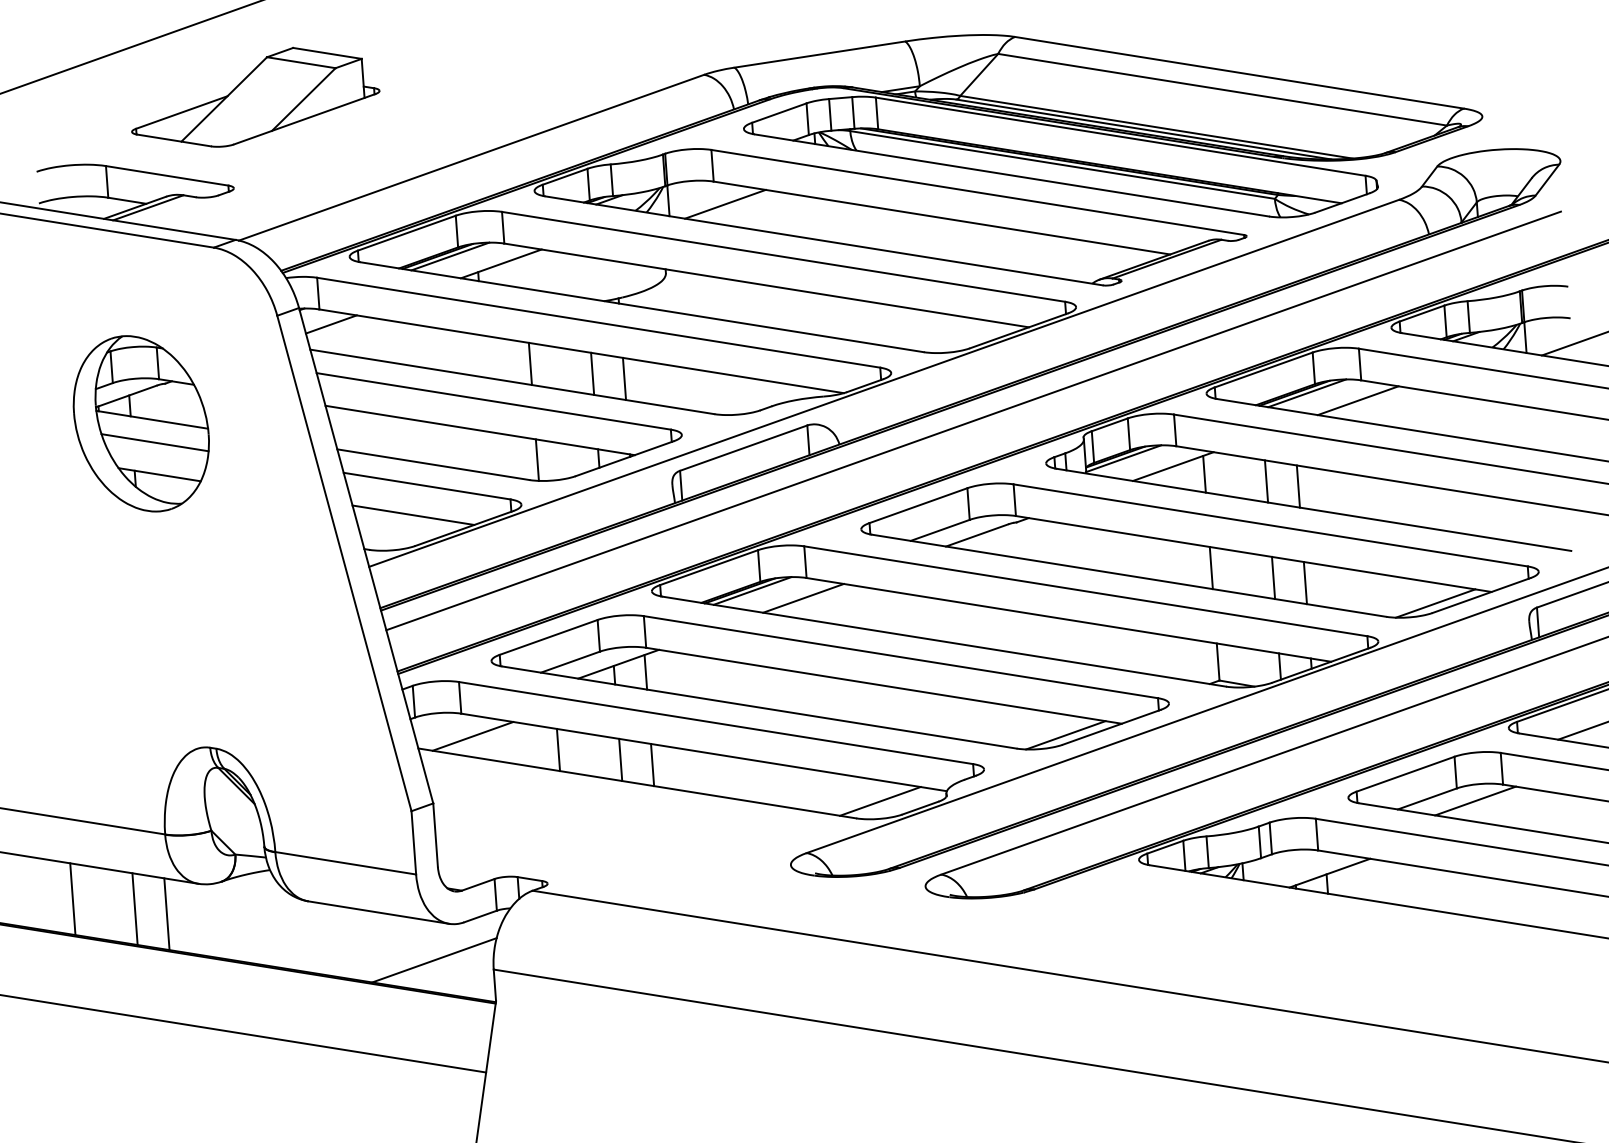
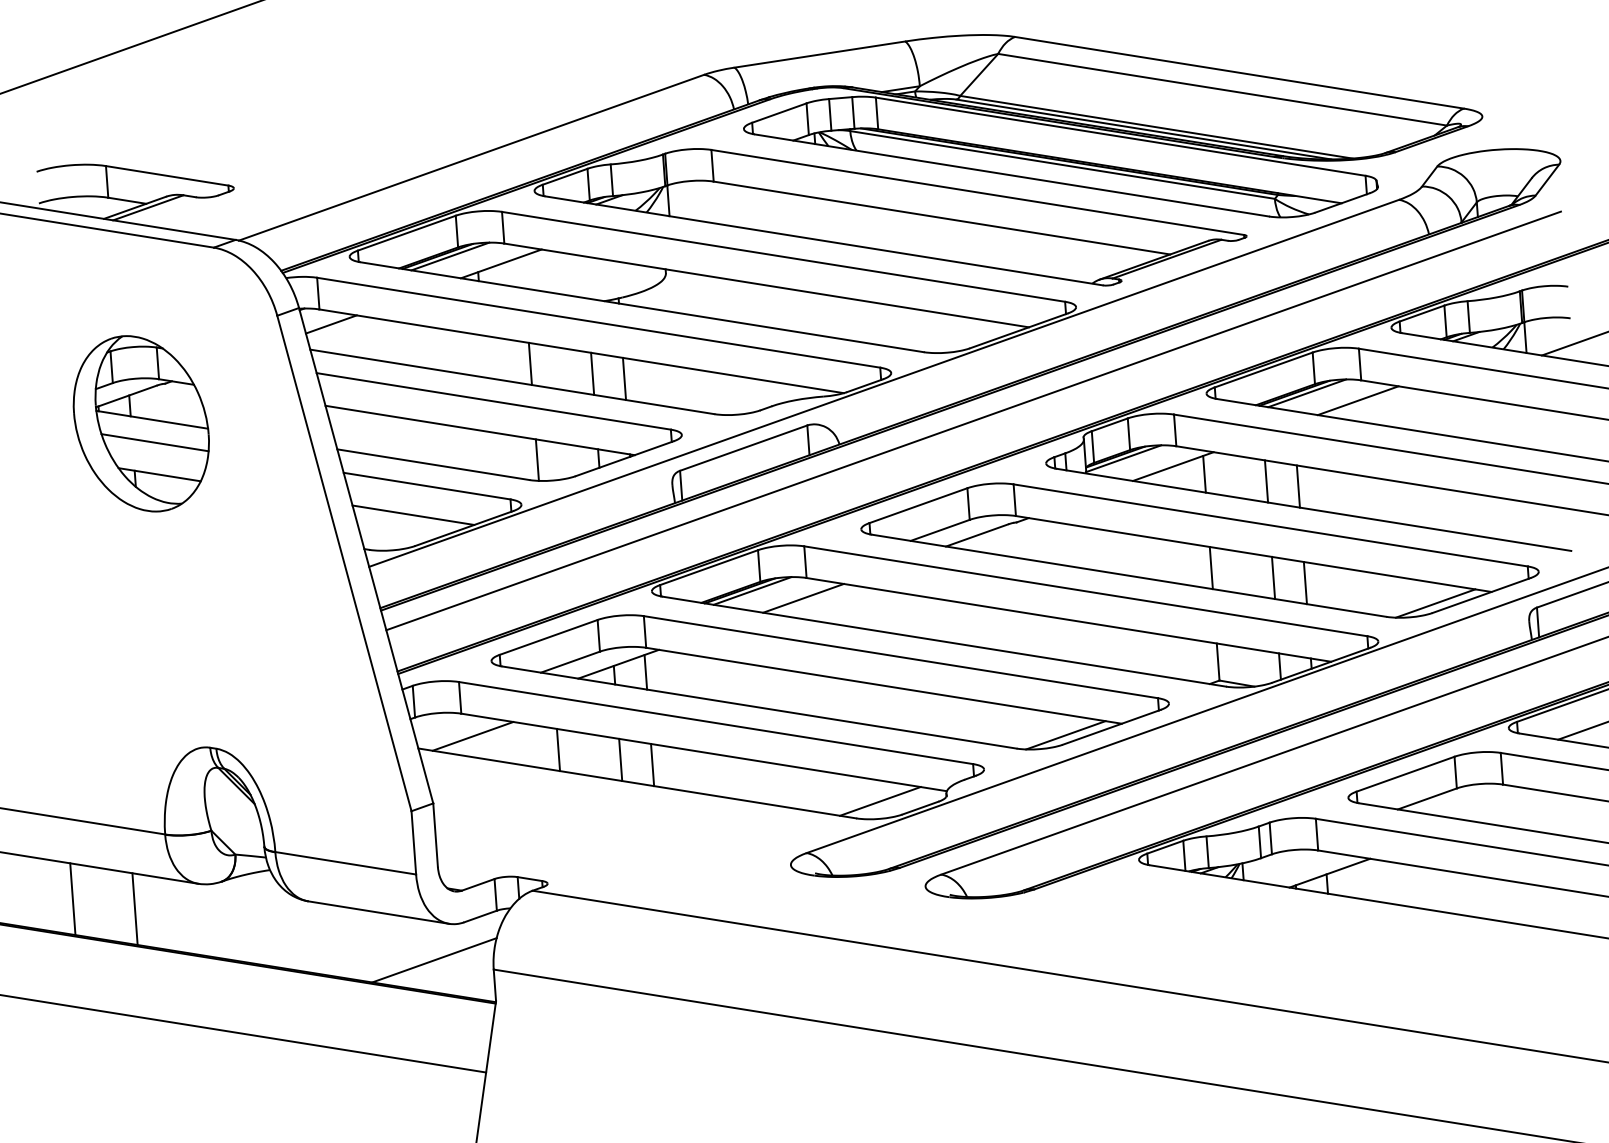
part at (255, 96): present -> none
line at (725, 203): present -> none
line at (1475, 800): present -> none
line at (166, 914): present -> none
